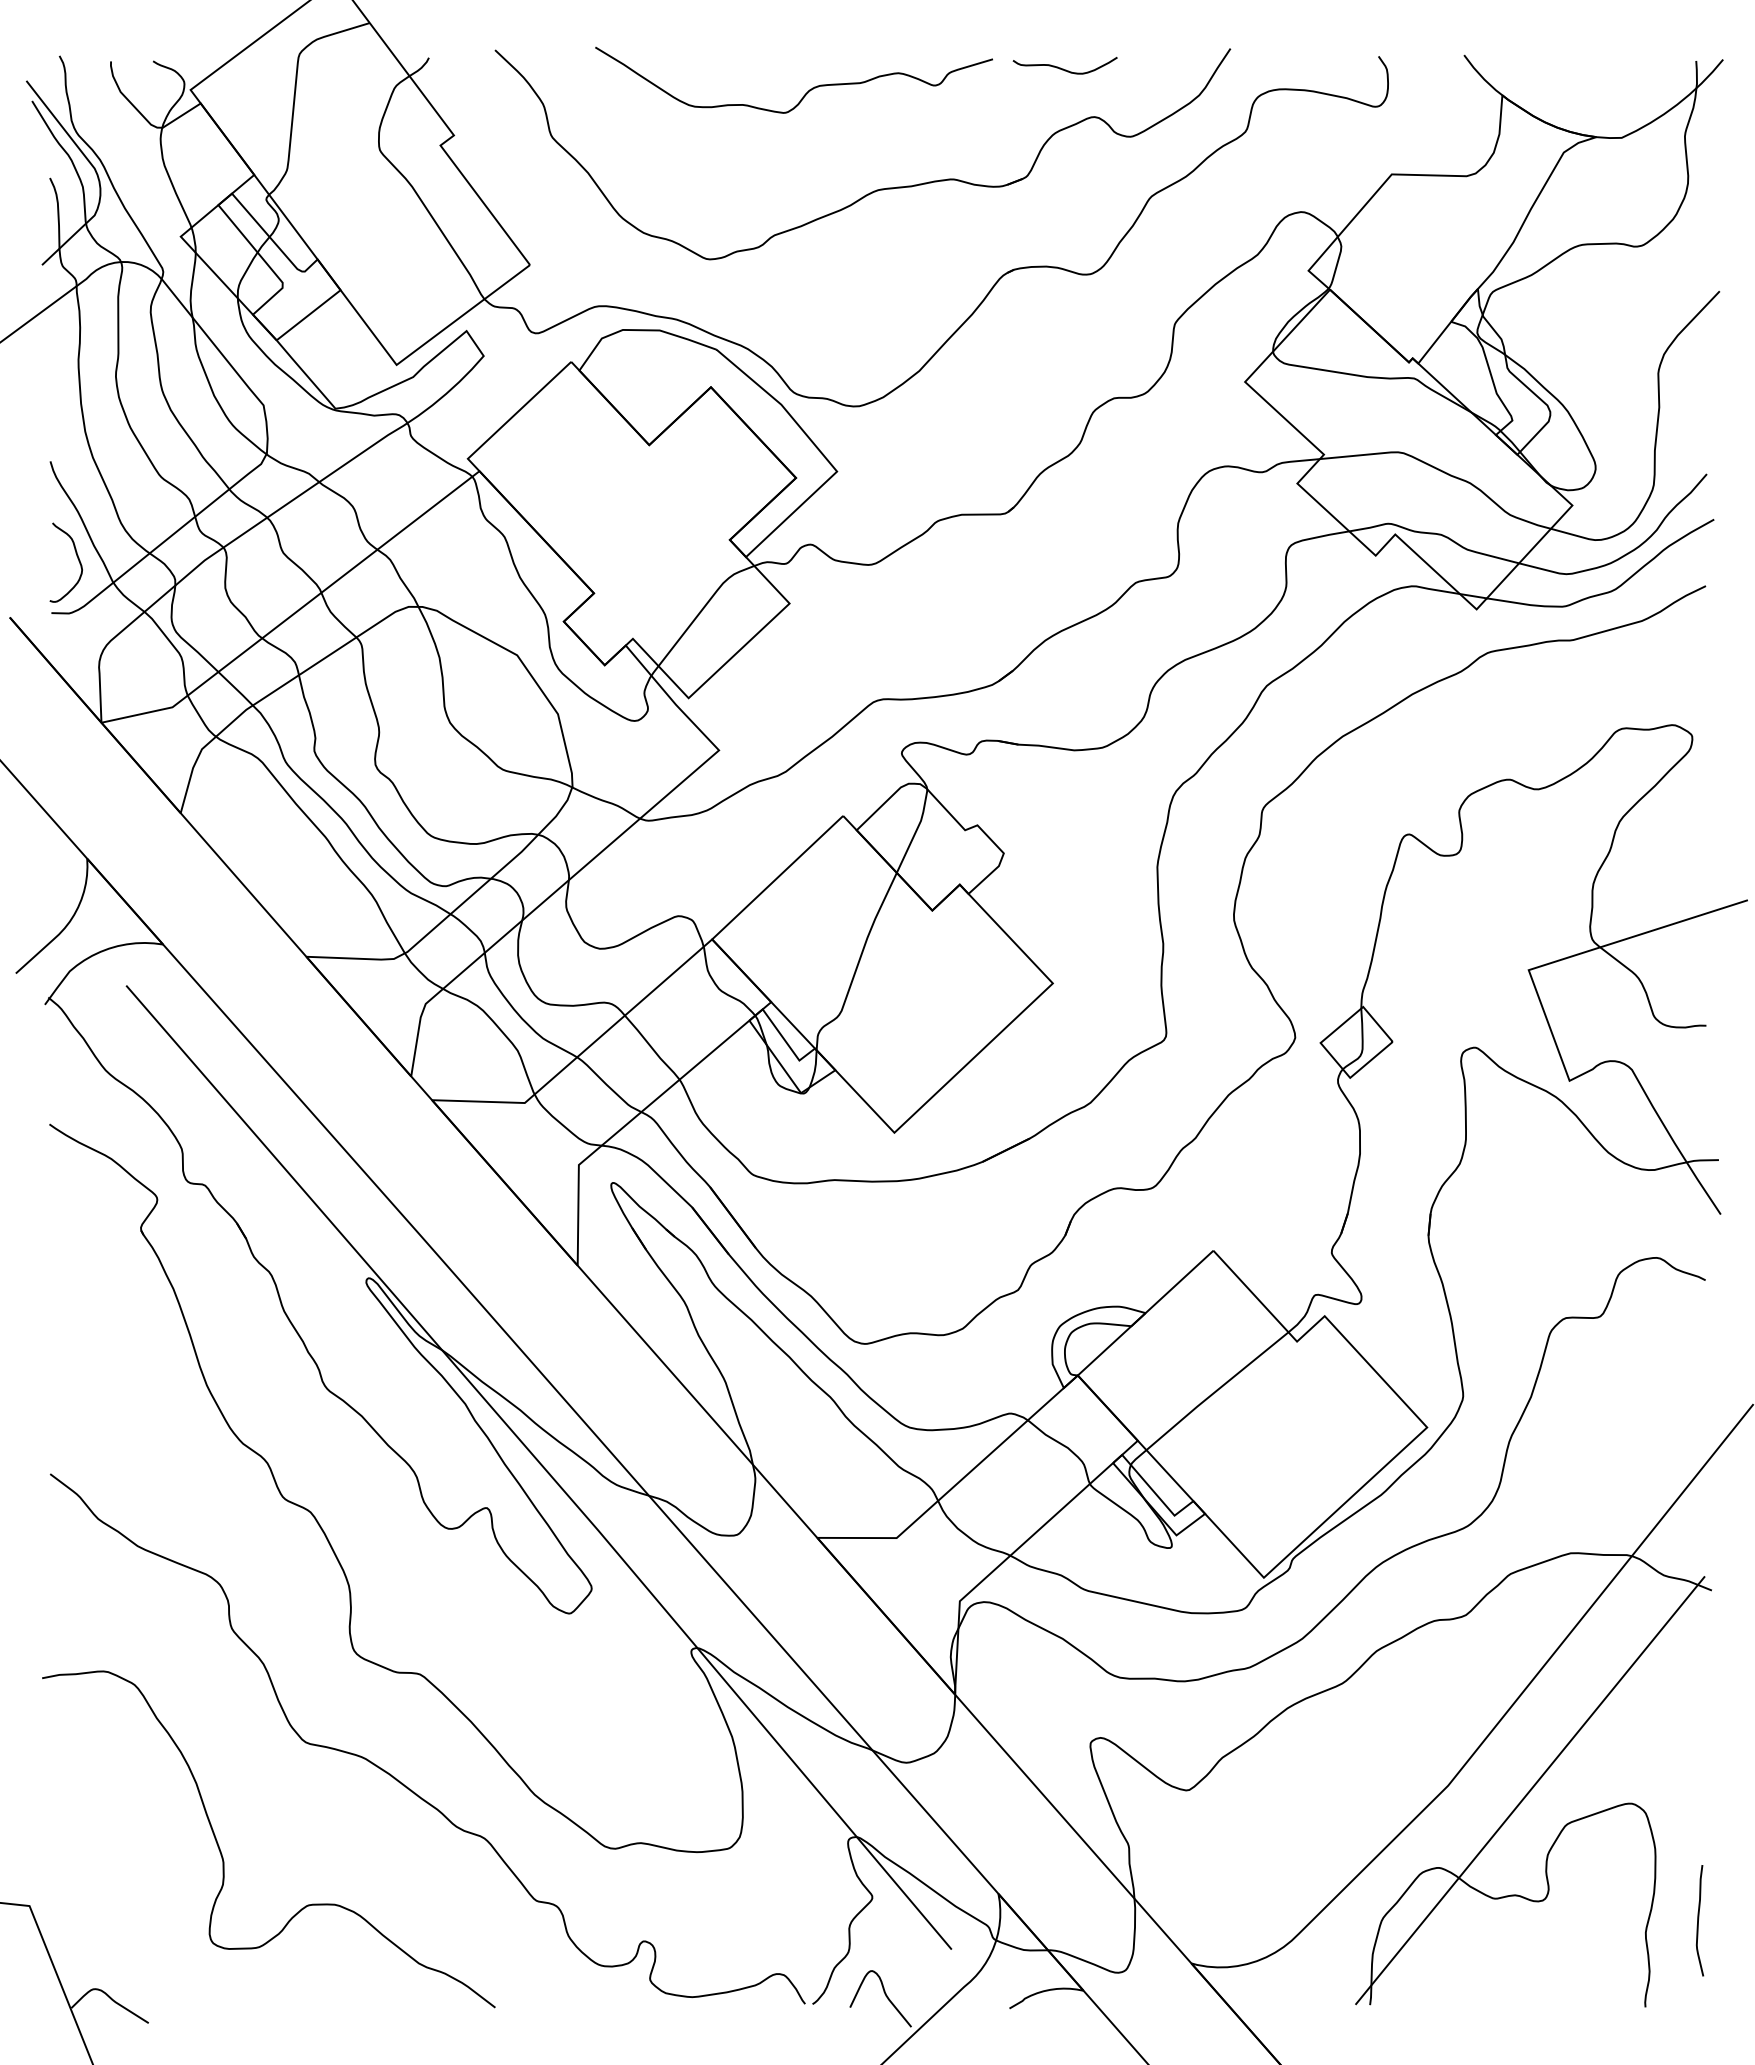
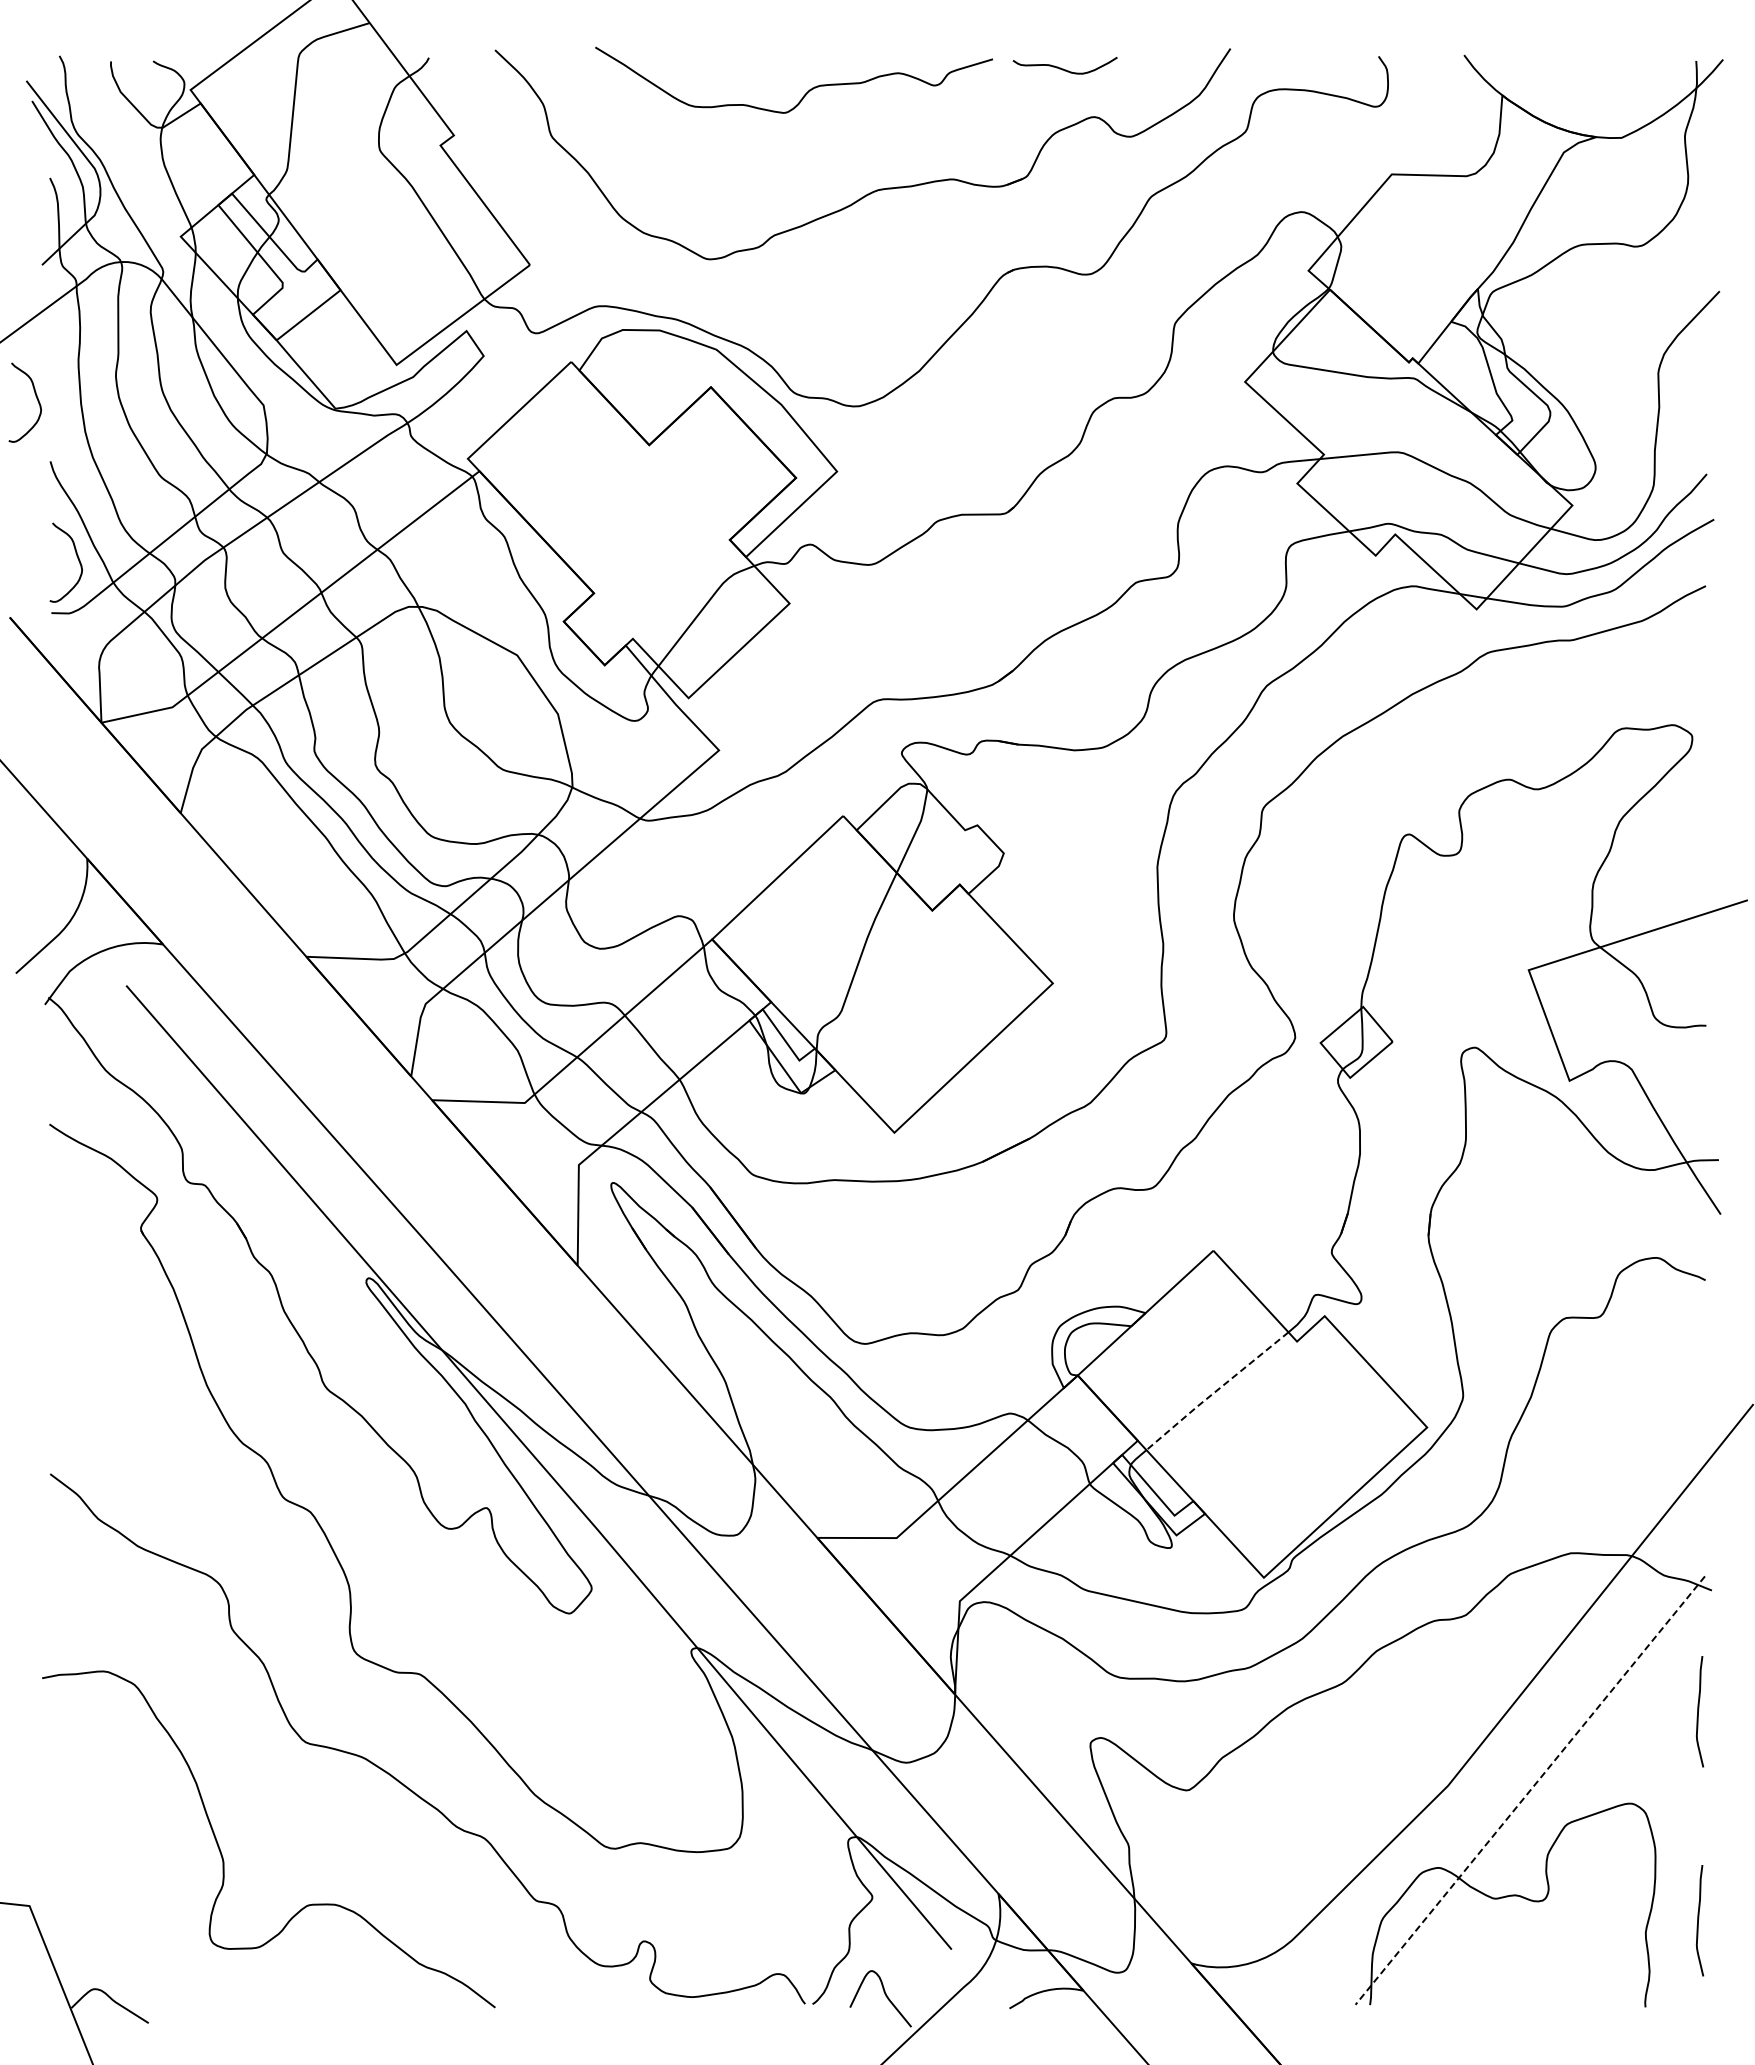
curve at (35, 396): none -> present
line at (1216, 1390): solid -> dashed
curve at (1698, 1711): none -> present
line at (1529, 1790): solid -> dashed
